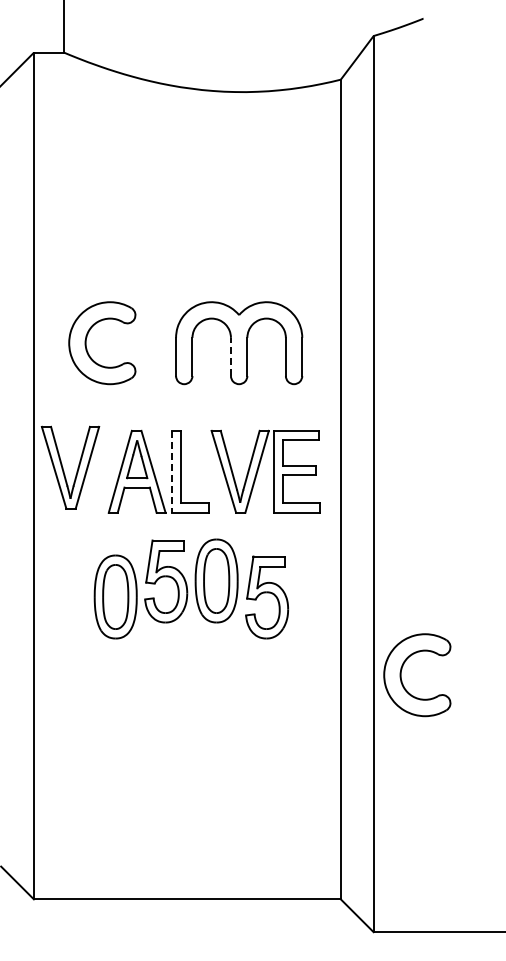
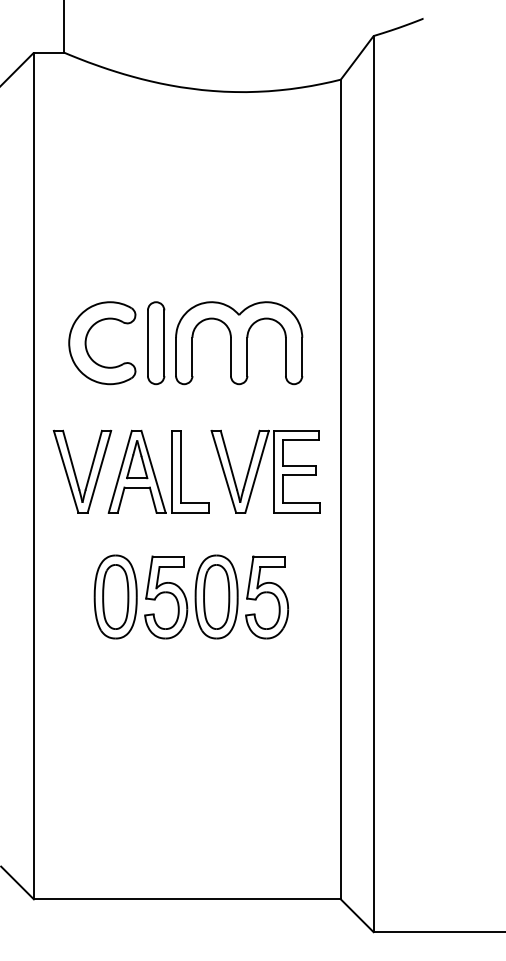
part at (156, 343): none -> present
line at (230, 356): dashed -> solid
part at (63, 467) position: (63, 467) -> (75, 471)
line at (172, 471): dashed -> solid
part at (191, 580) position: (191, 580) -> (191, 596)
part at (402, 680): present -> none
